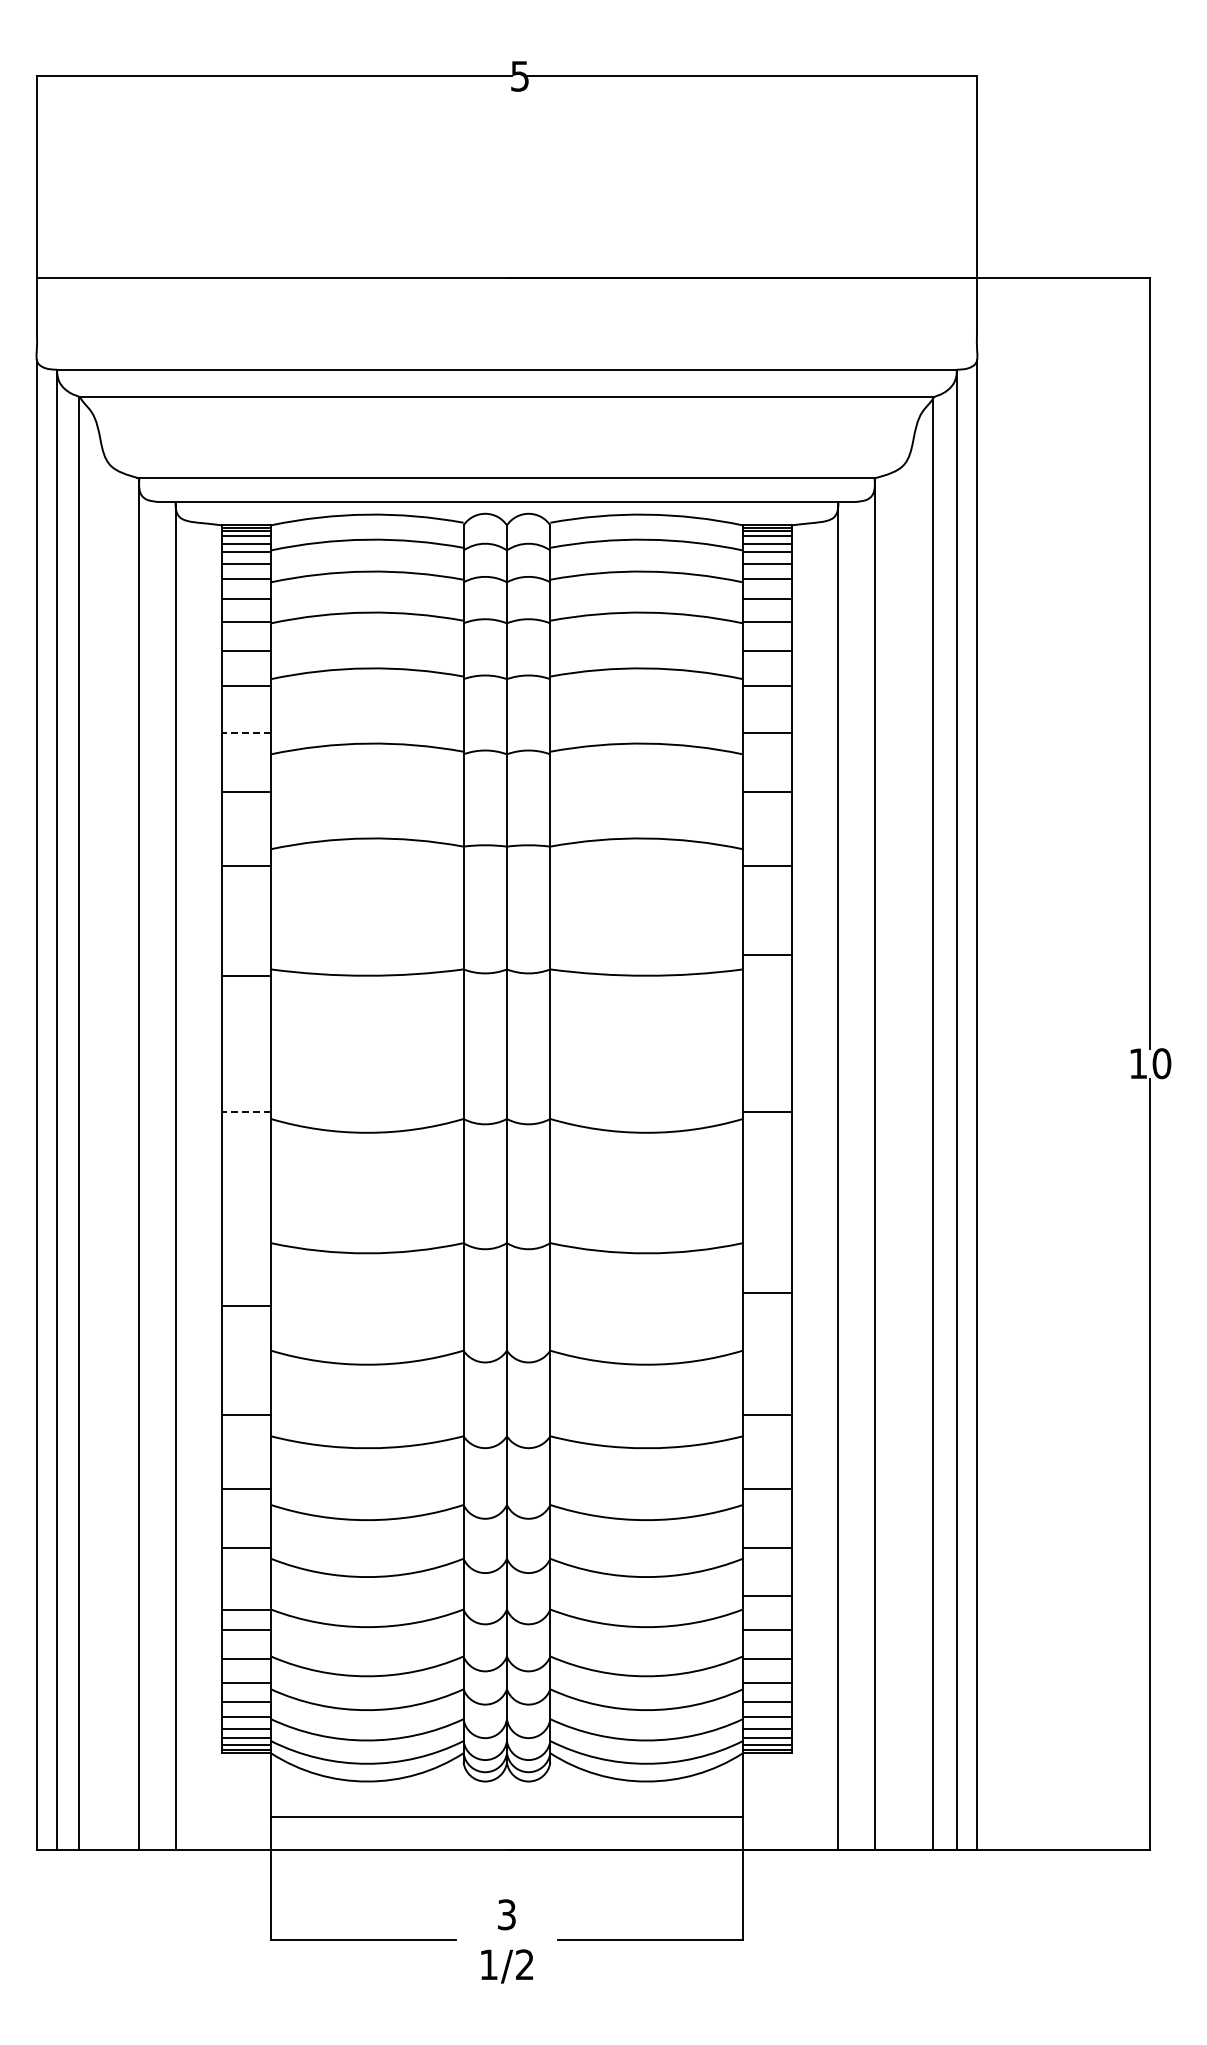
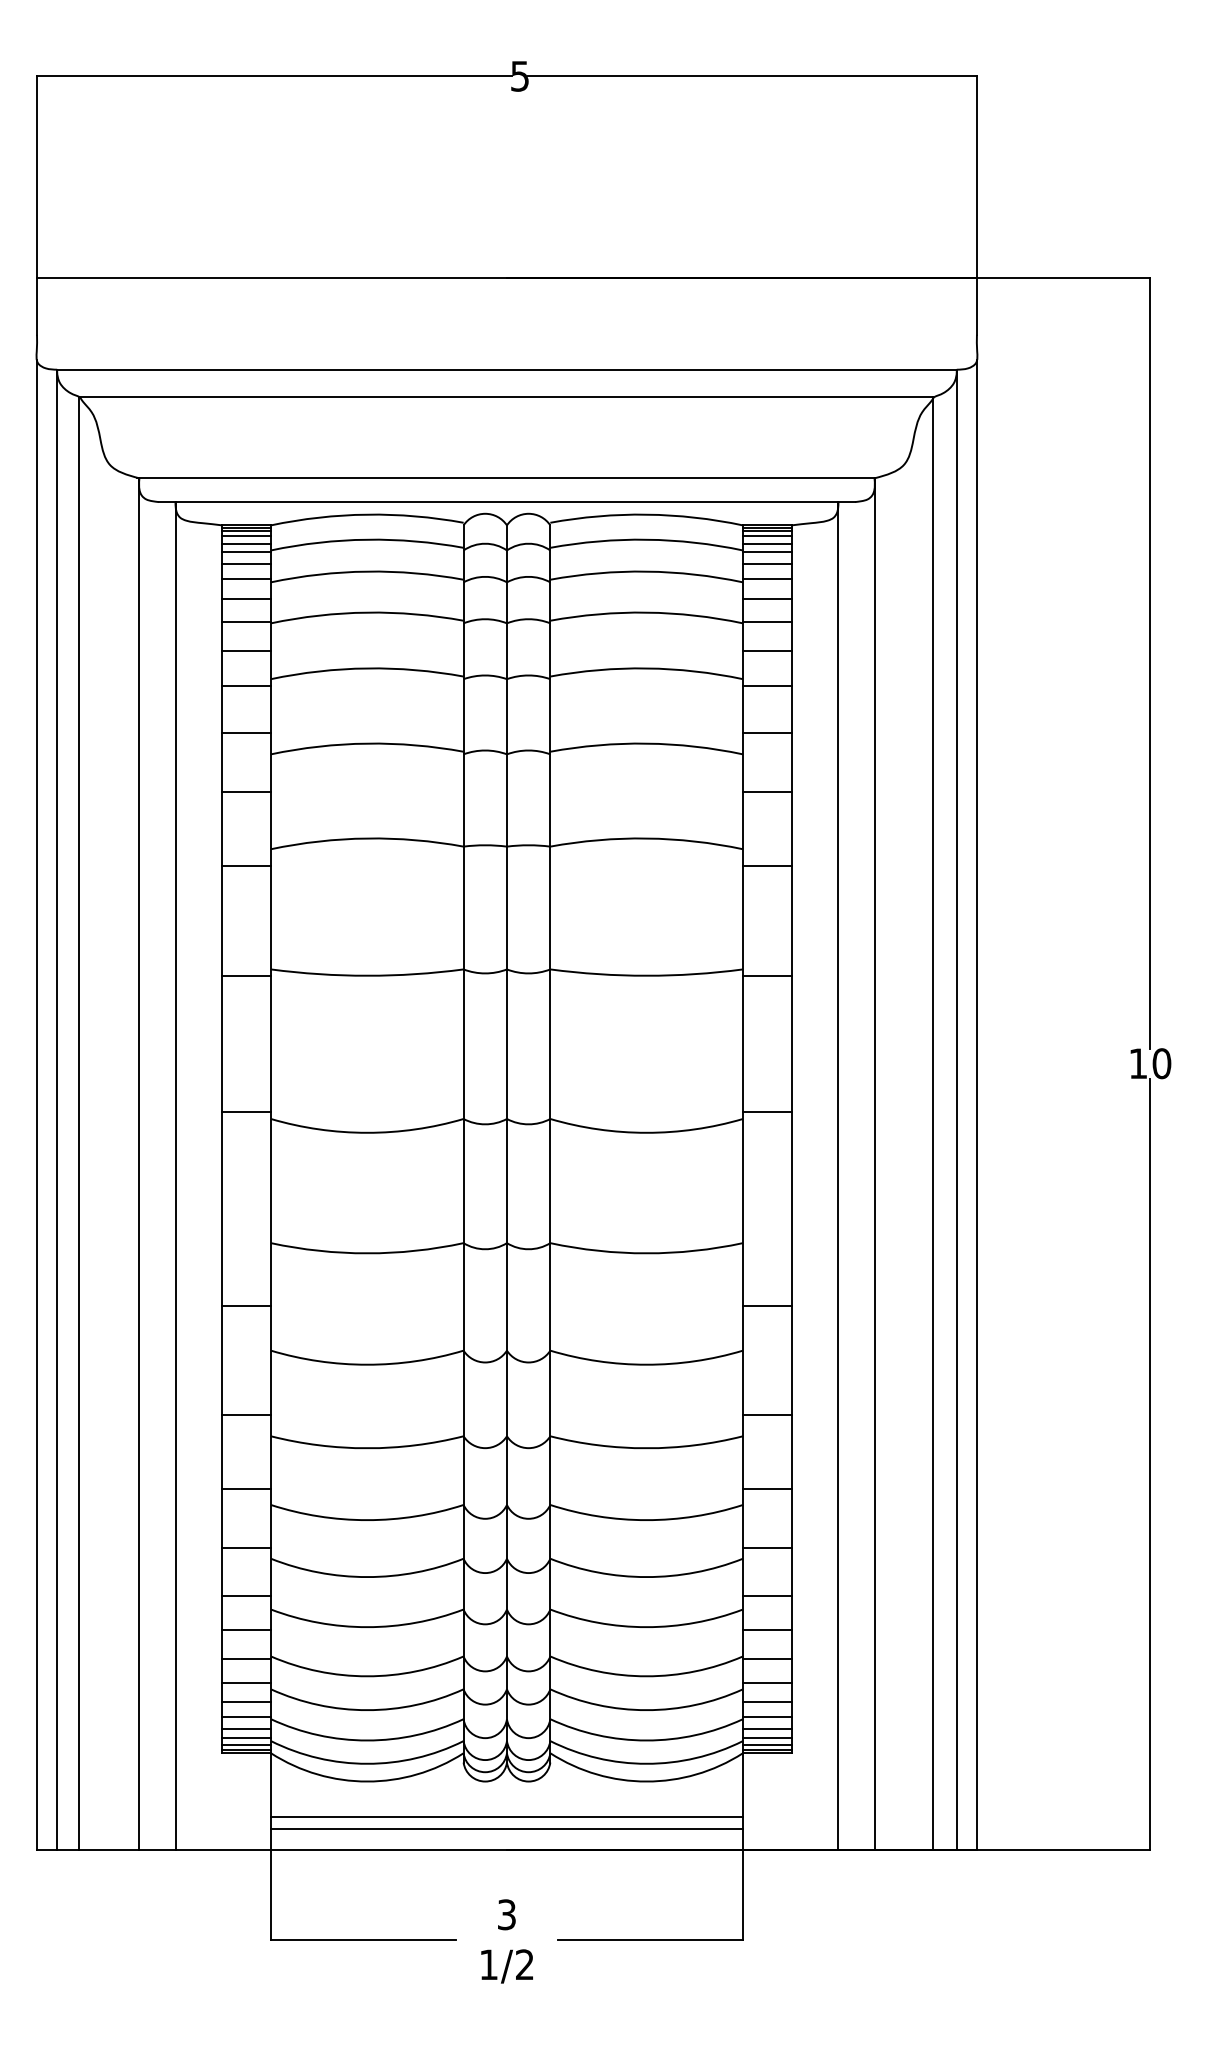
line at (246, 732): dashed -> solid
line at (766, 954) position: (766, 954) -> (766, 975)
line at (246, 1112): dashed -> solid
line at (766, 1292) position: (766, 1292) -> (766, 1305)
line at (246, 1609) position: (246, 1609) -> (246, 1595)
line at (506, 1828): none -> present
